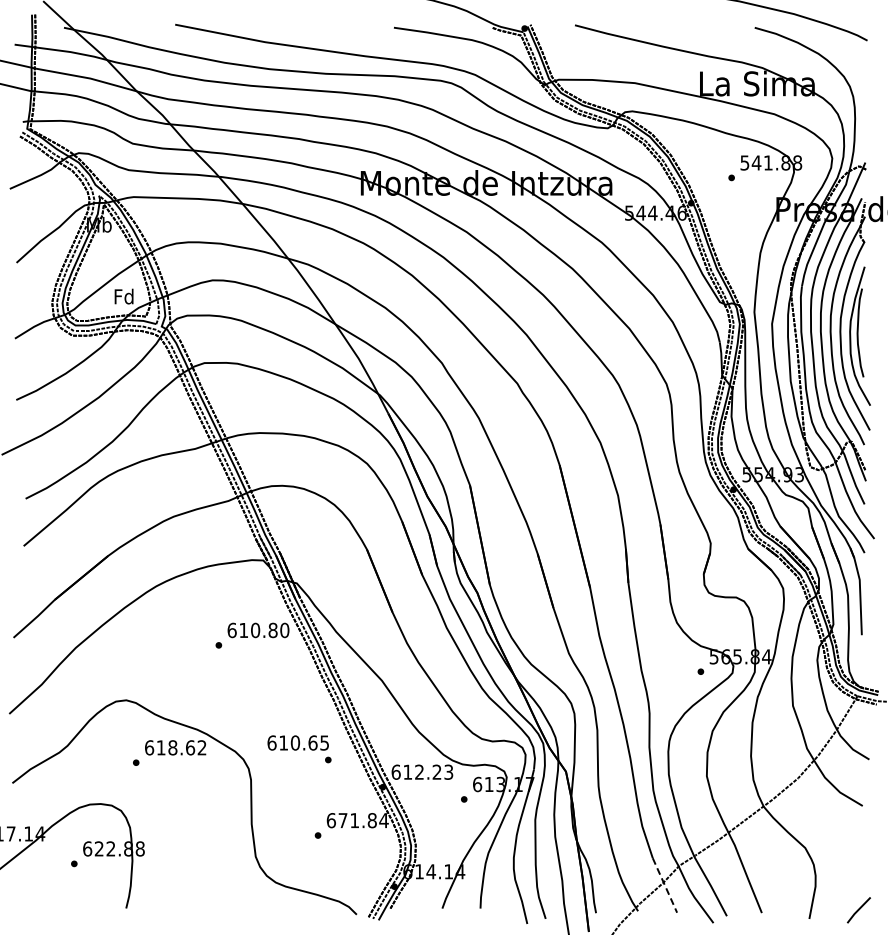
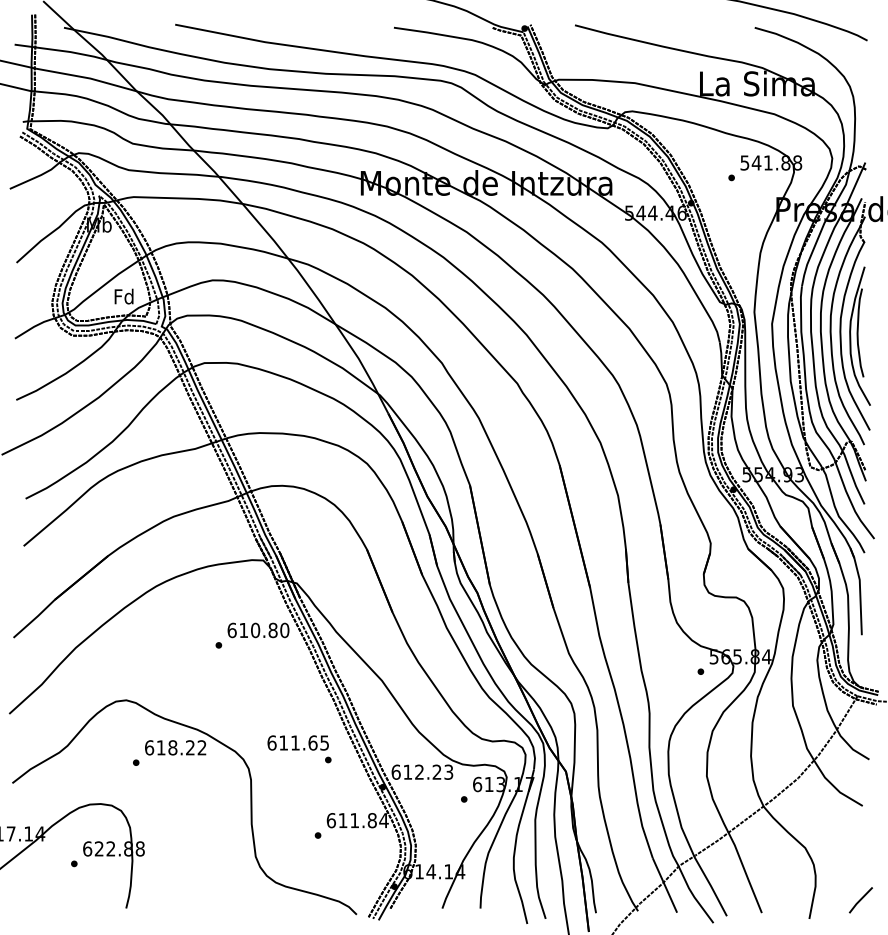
text at (295, 742): 610.65 -> 611.65
text at (190, 747): 618.62 -> 618.22
text at (342, 820): 671.84 -> 611.84
line at (664, 885): dashed -> solid
line at (858, 910) position: (858, 910) -> (860, 900)
